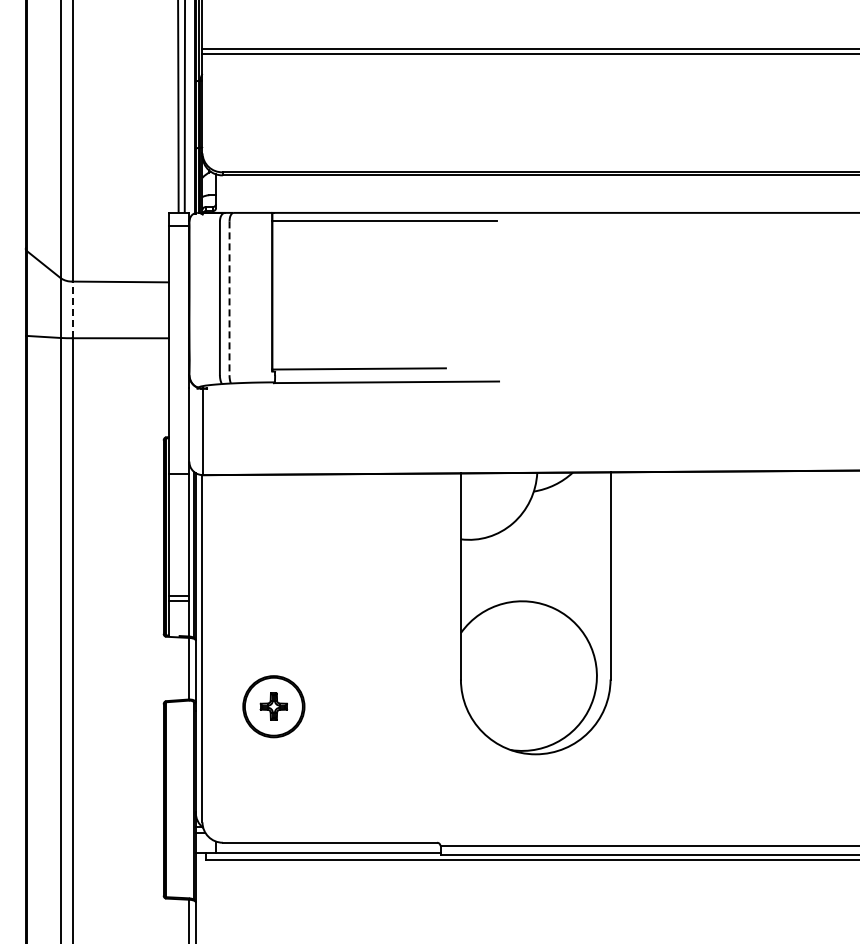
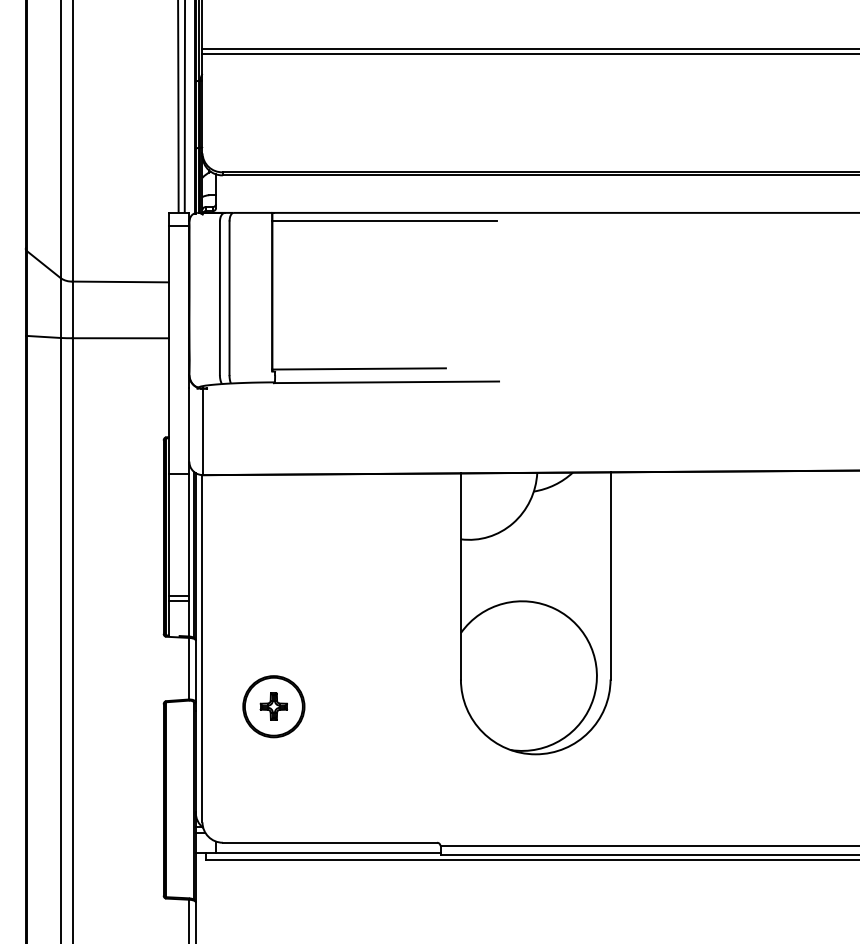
line at (229, 298): dashed -> solid
line at (72, 309): dashed -> solid
